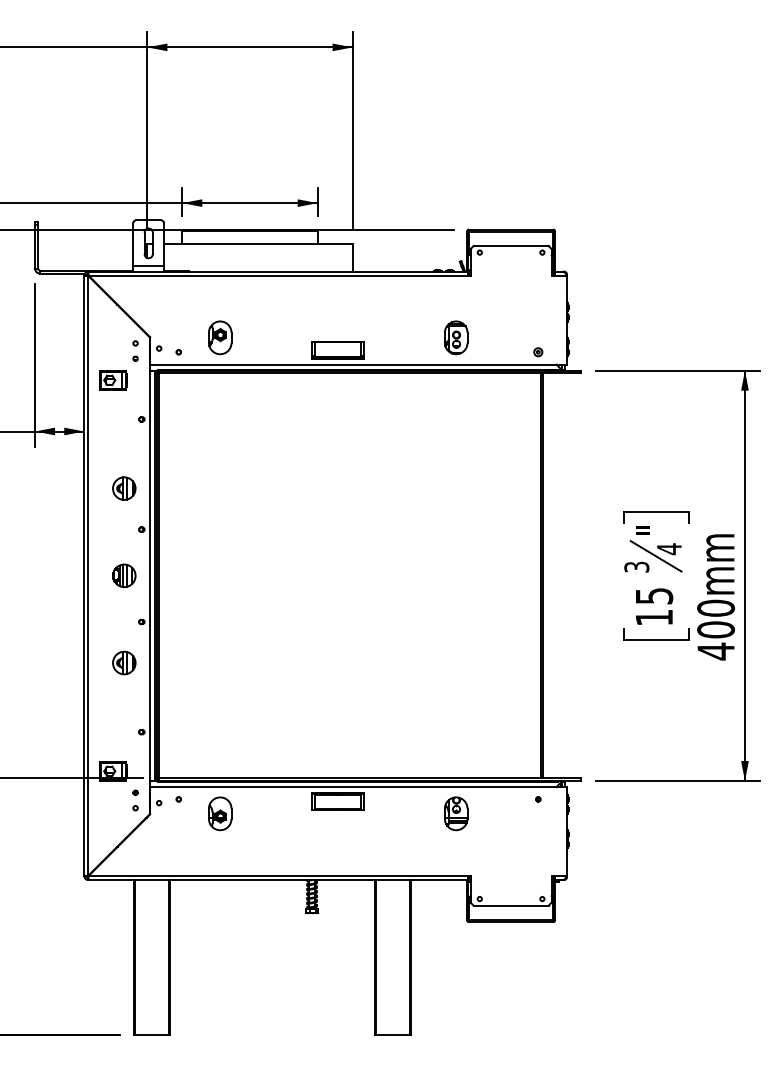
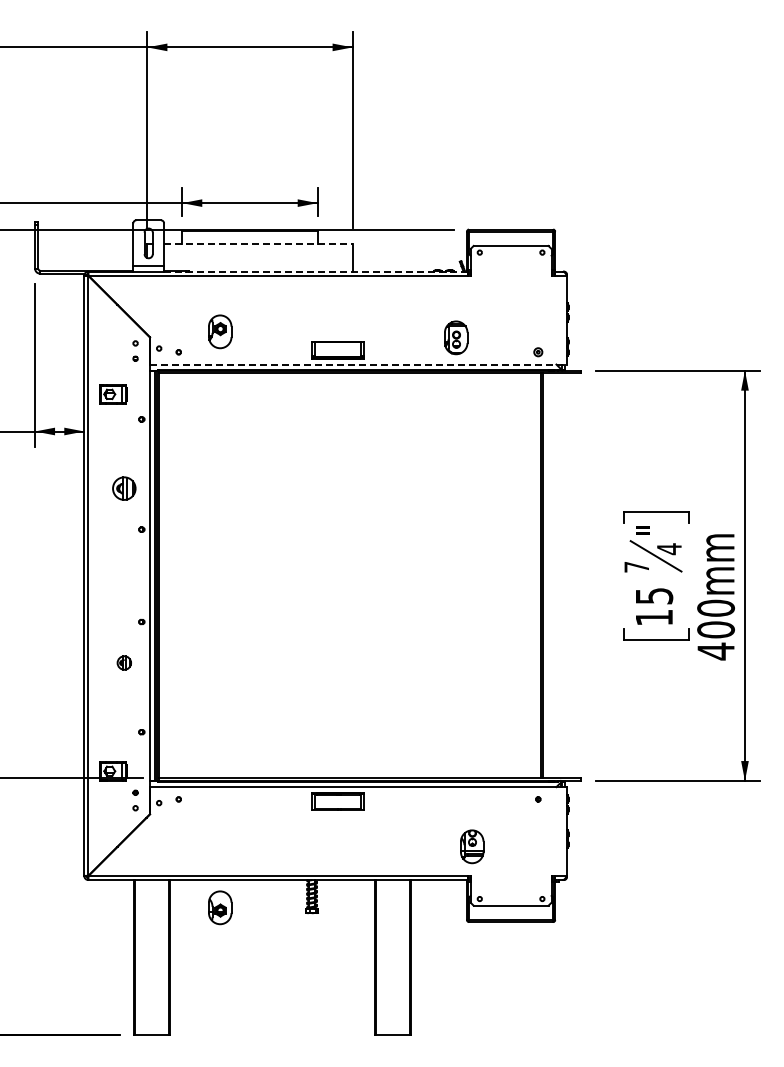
line at (258, 243): solid -> dashed
line at (315, 271): solid -> dashed
part at (220, 337) position: (220, 337) -> (220, 331)
line at (359, 364): solid -> dashed
part at (113, 380) position: (113, 380) -> (113, 394)
text at (636, 566): 3 -> 7
part at (124, 575): present -> none
part at (124, 662) size: 25x26 px -> 16x16 px
part at (220, 813) position: (220, 813) -> (220, 907)
part at (456, 813) position: (456, 813) -> (472, 846)
